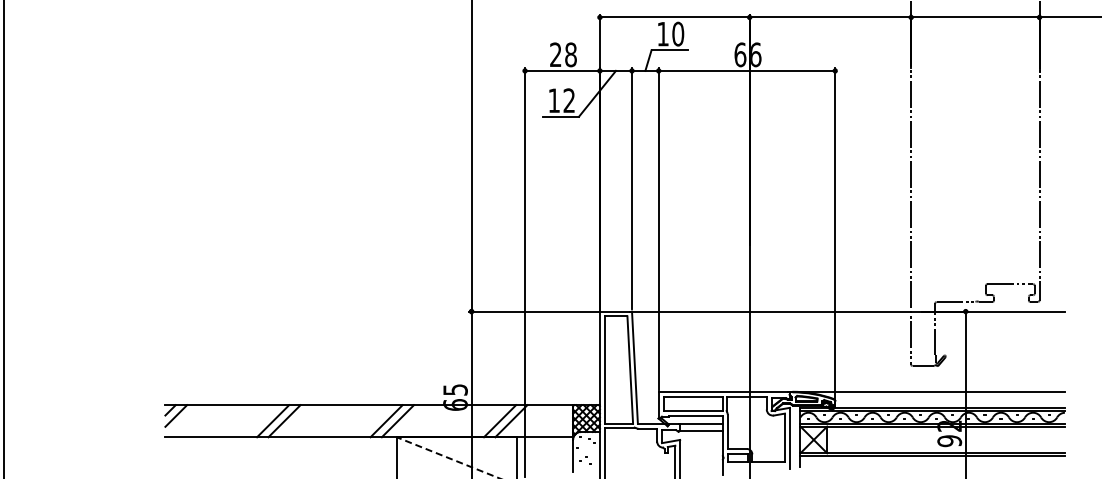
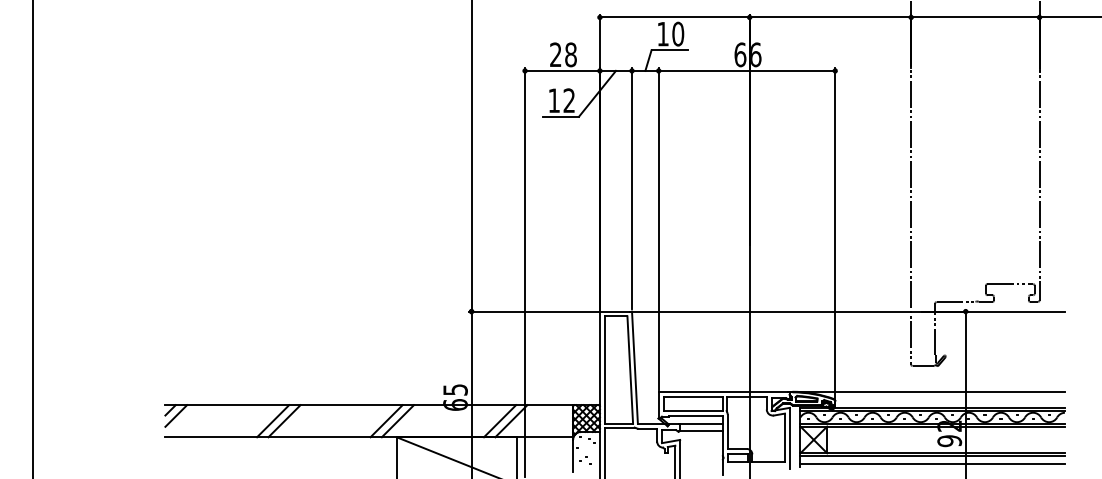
line at (4, 238) position: (4, 238) -> (33, 238)
line at (448, 457): dashed -> solid
line at (932, 463): none -> present
